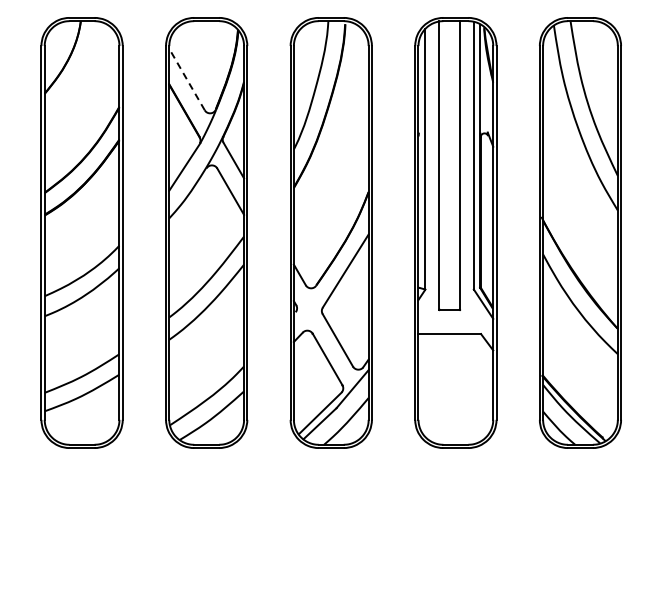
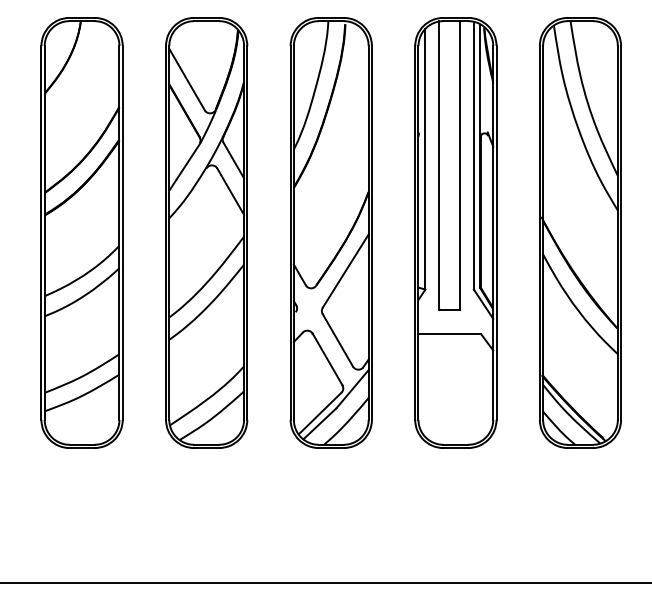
line at (186, 79): dashed -> solid
line at (325, 583): none -> present
